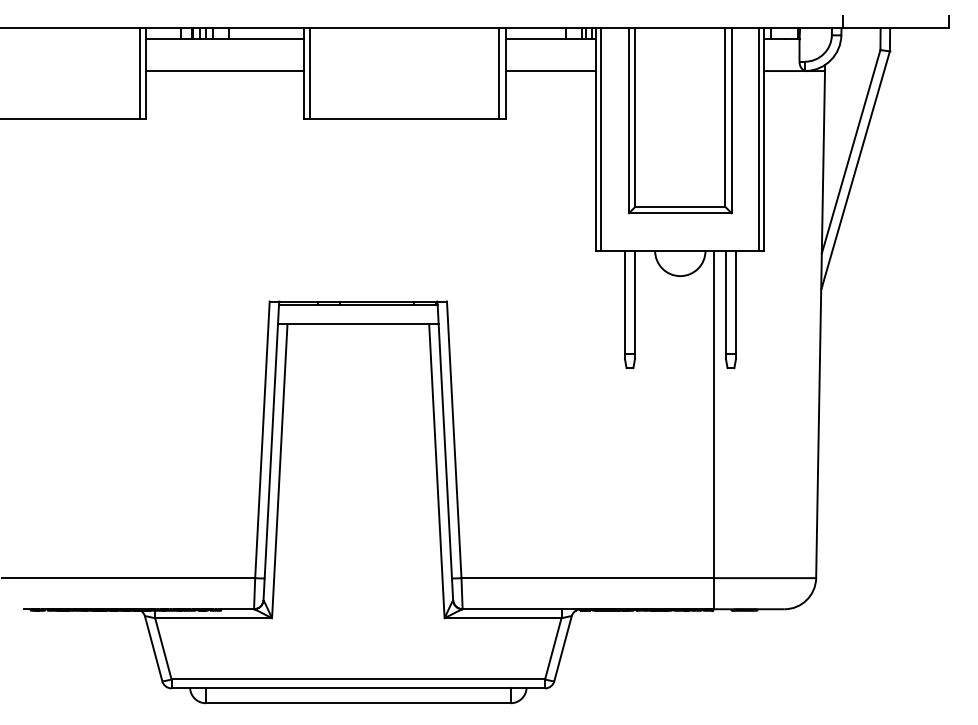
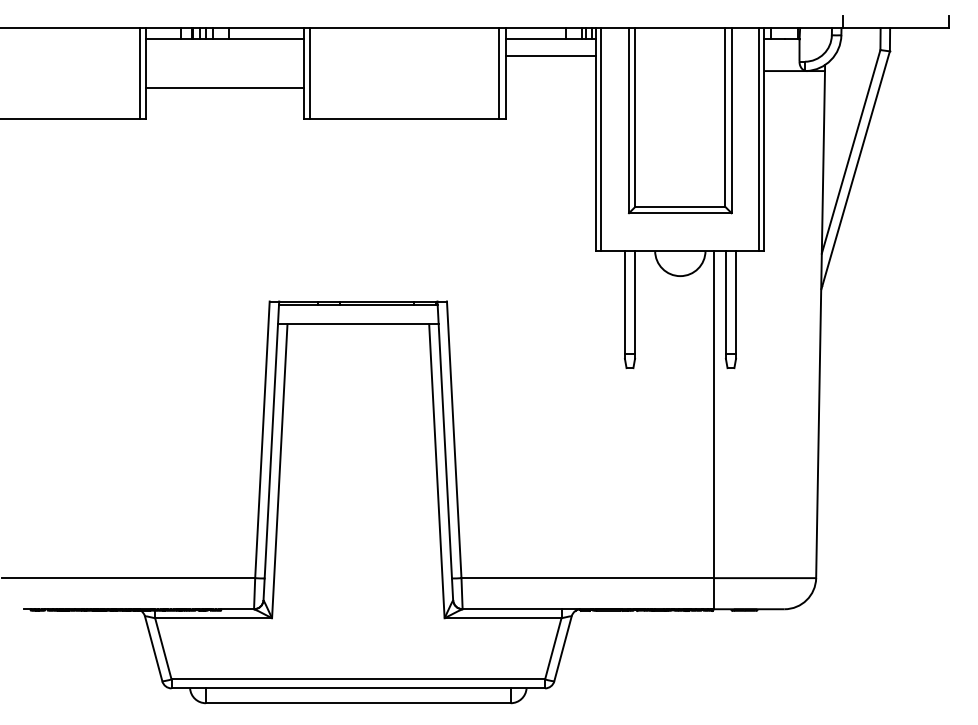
line at (224, 71) position: (224, 71) -> (224, 88)
line at (550, 71) position: (550, 71) -> (550, 56)
